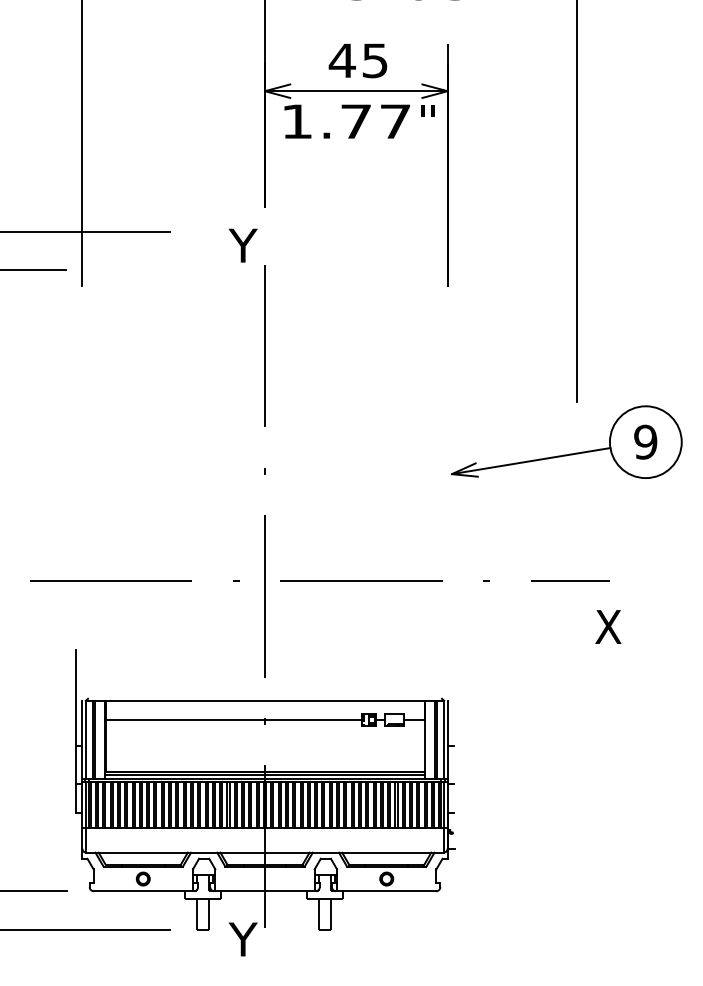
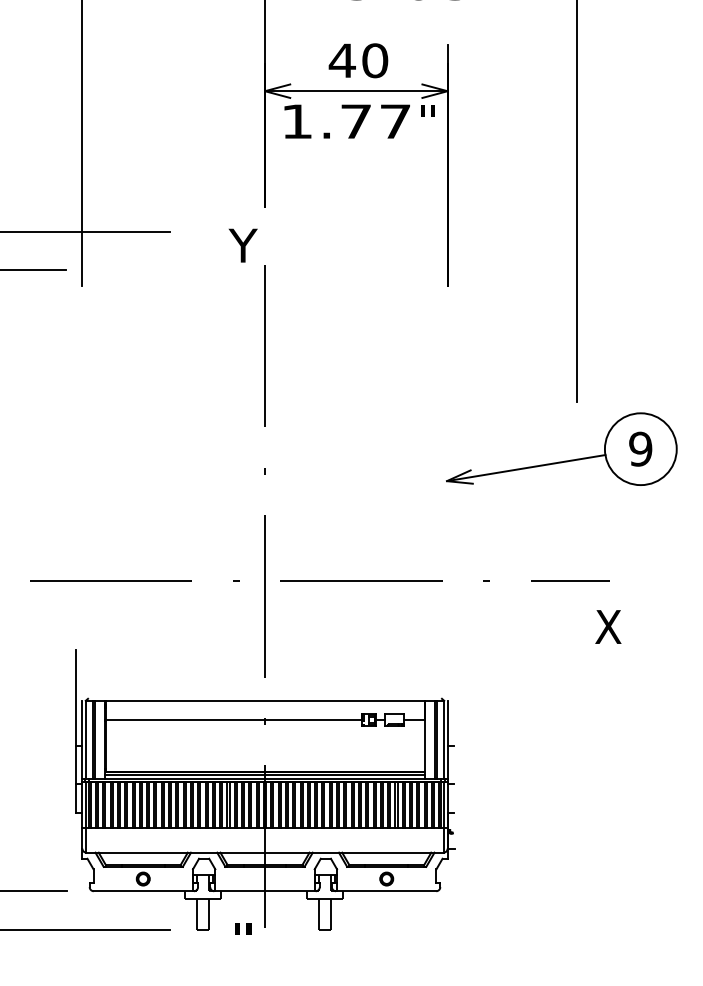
text at (375, 60): 45 -> 40
part at (569, 453) position: (569, 453) -> (564, 460)
text at (242, 939): Y -> "
